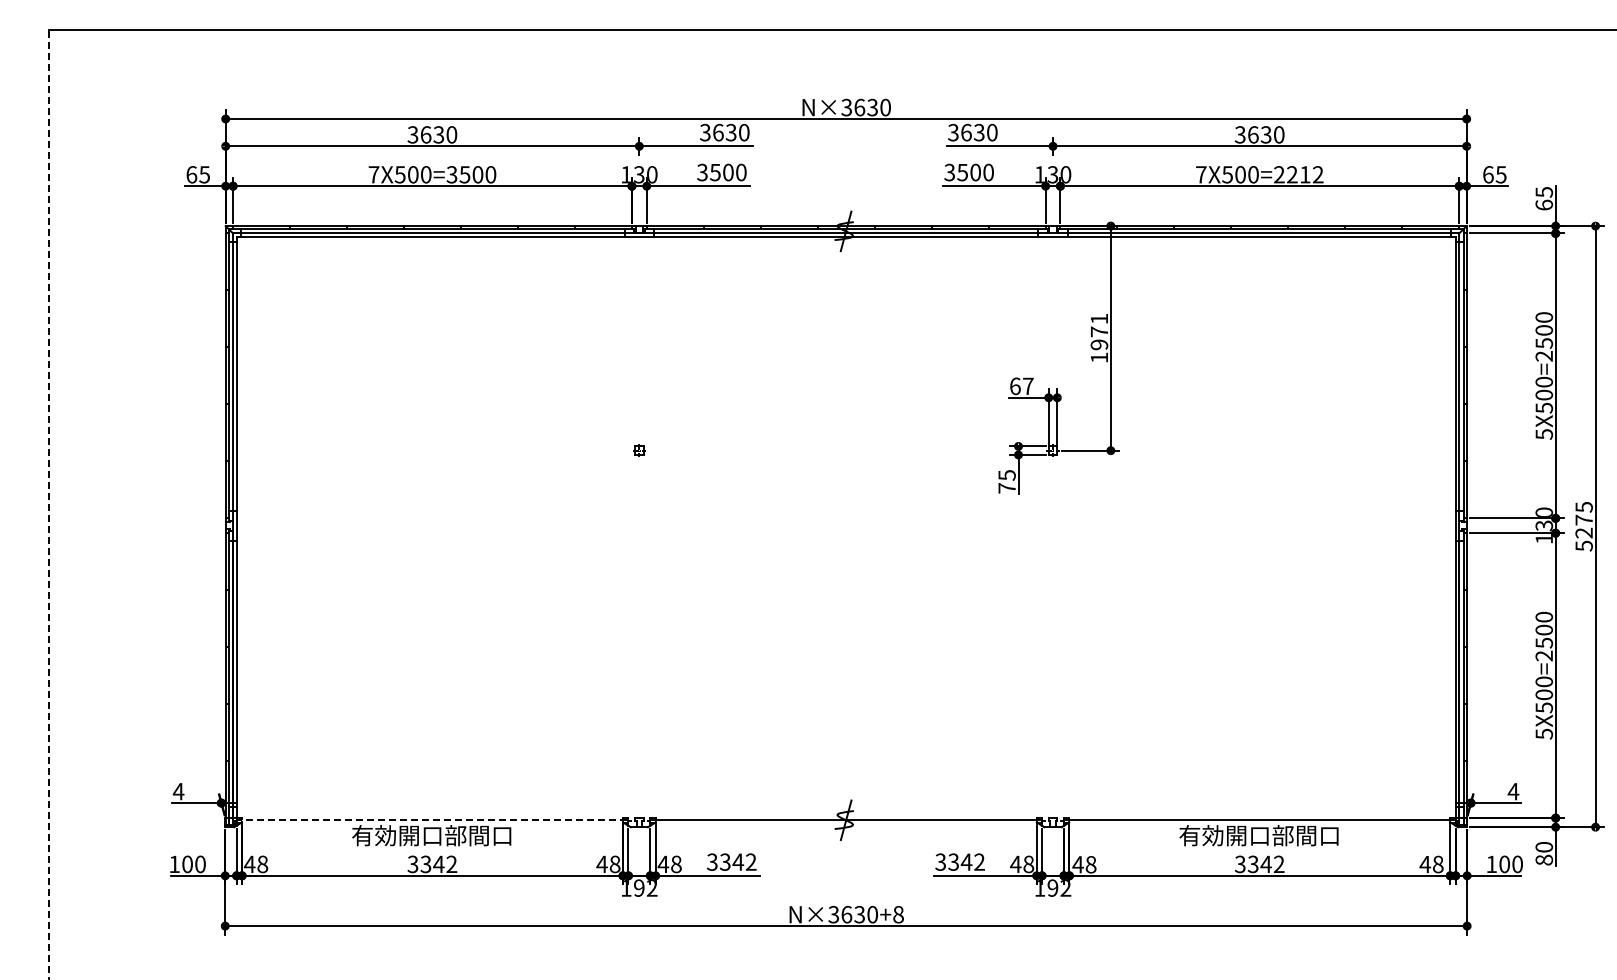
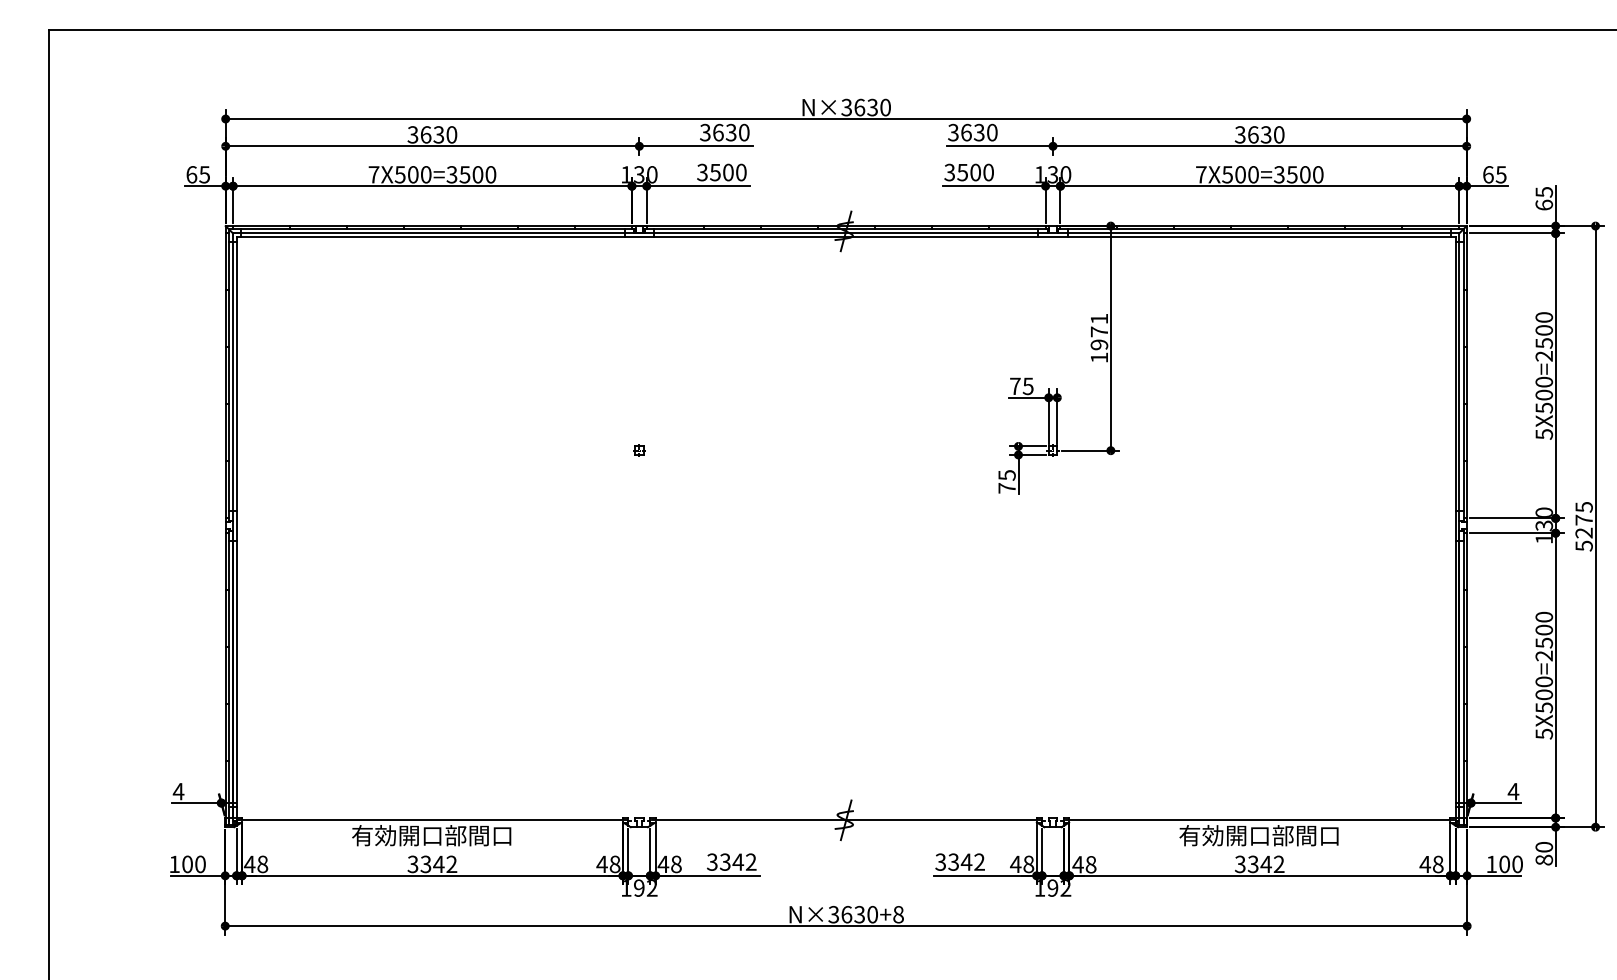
text at (1298, 174): 7X500=2212 -> 7X500=3500
text at (1021, 386): 67 -> 75
line at (48, 504): dashed -> solid
line at (432, 820): dashed -> solid
